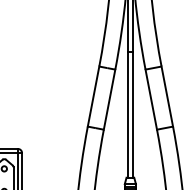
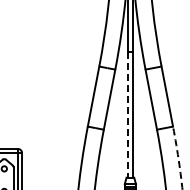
line at (127, 114): solid -> dashed
arc at (178, 158): solid -> dashed
